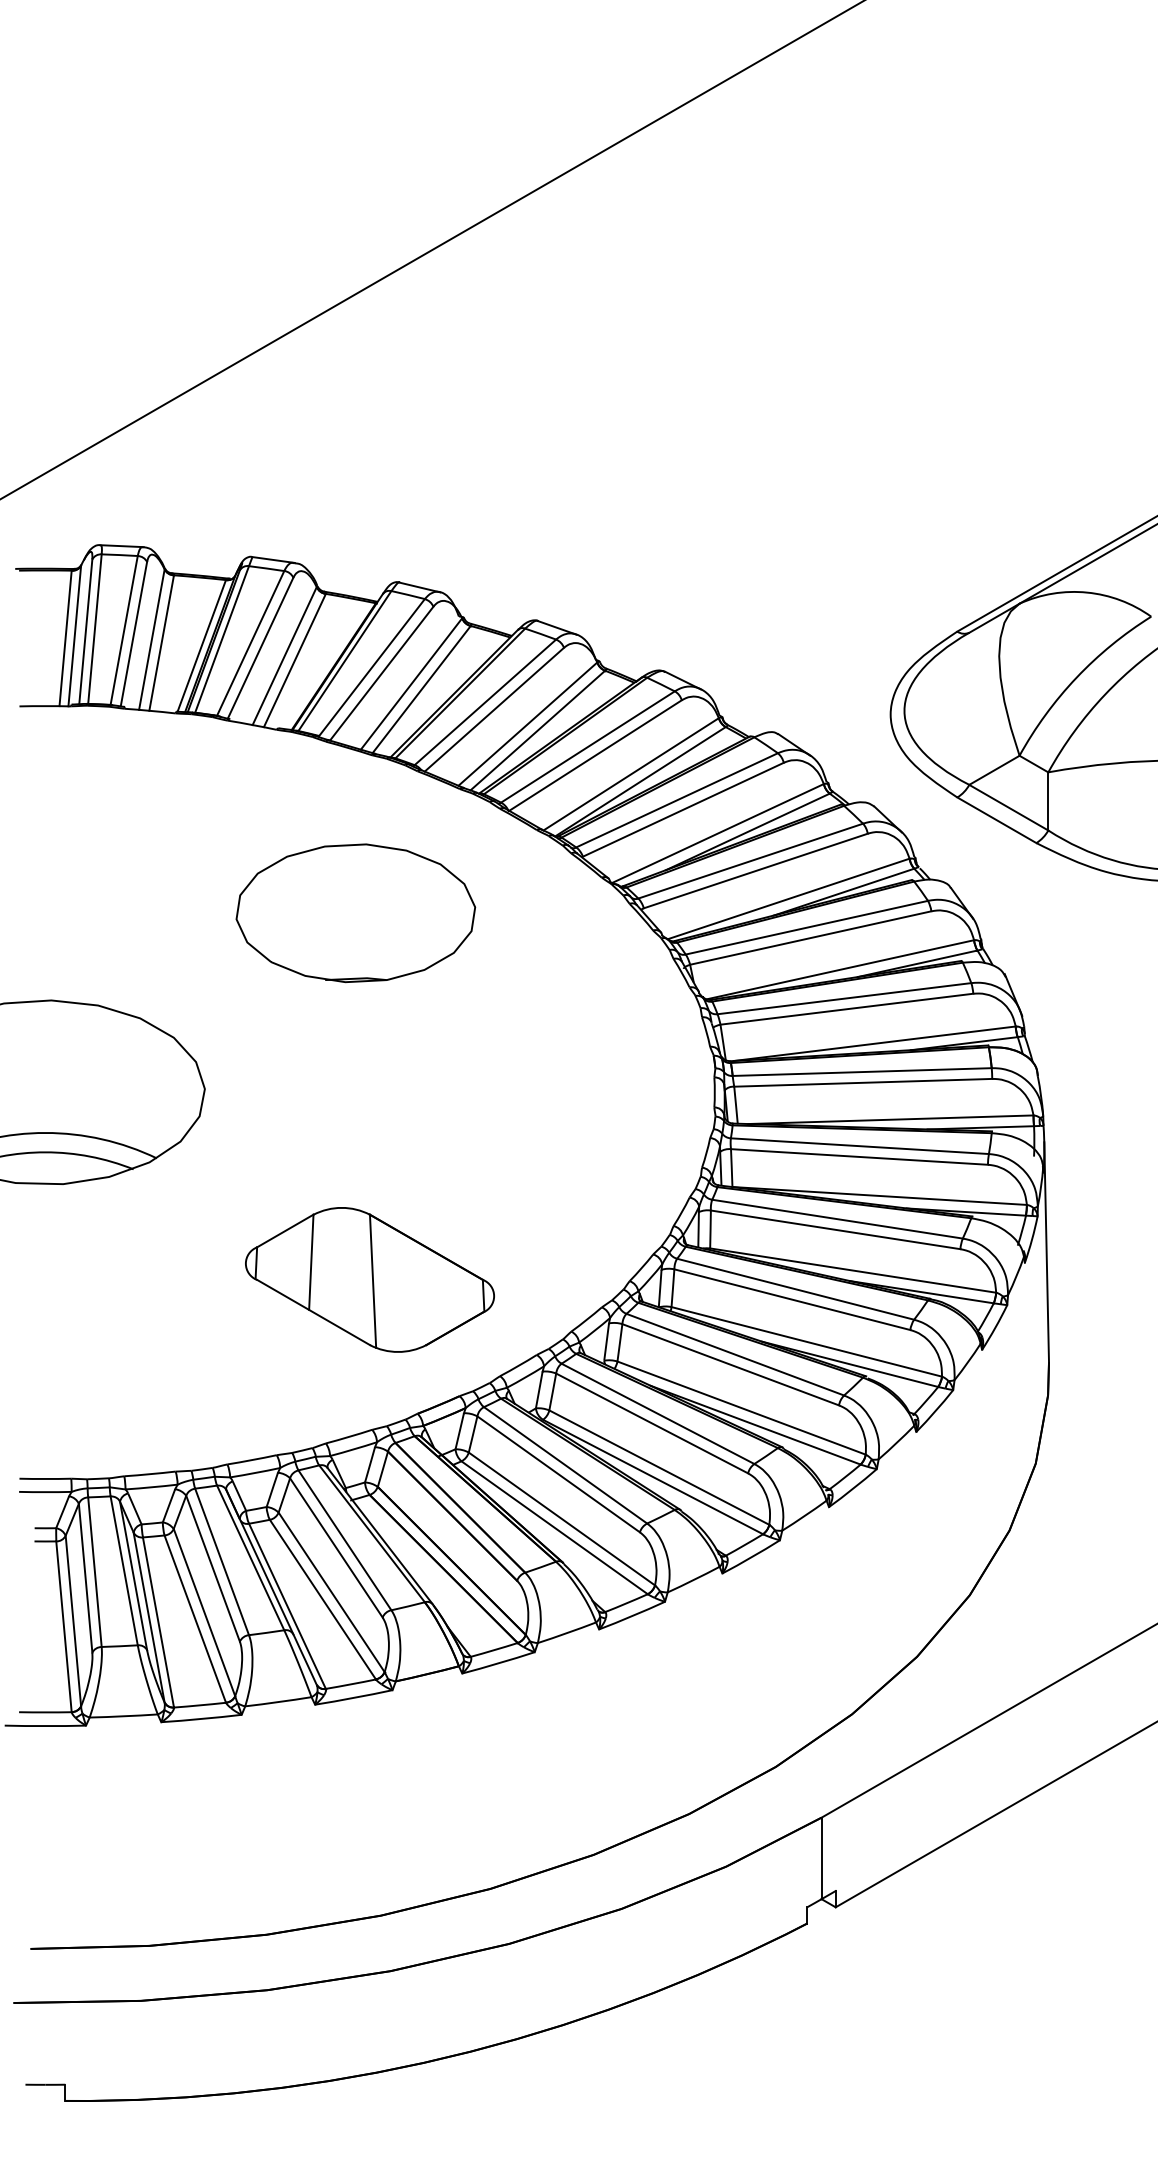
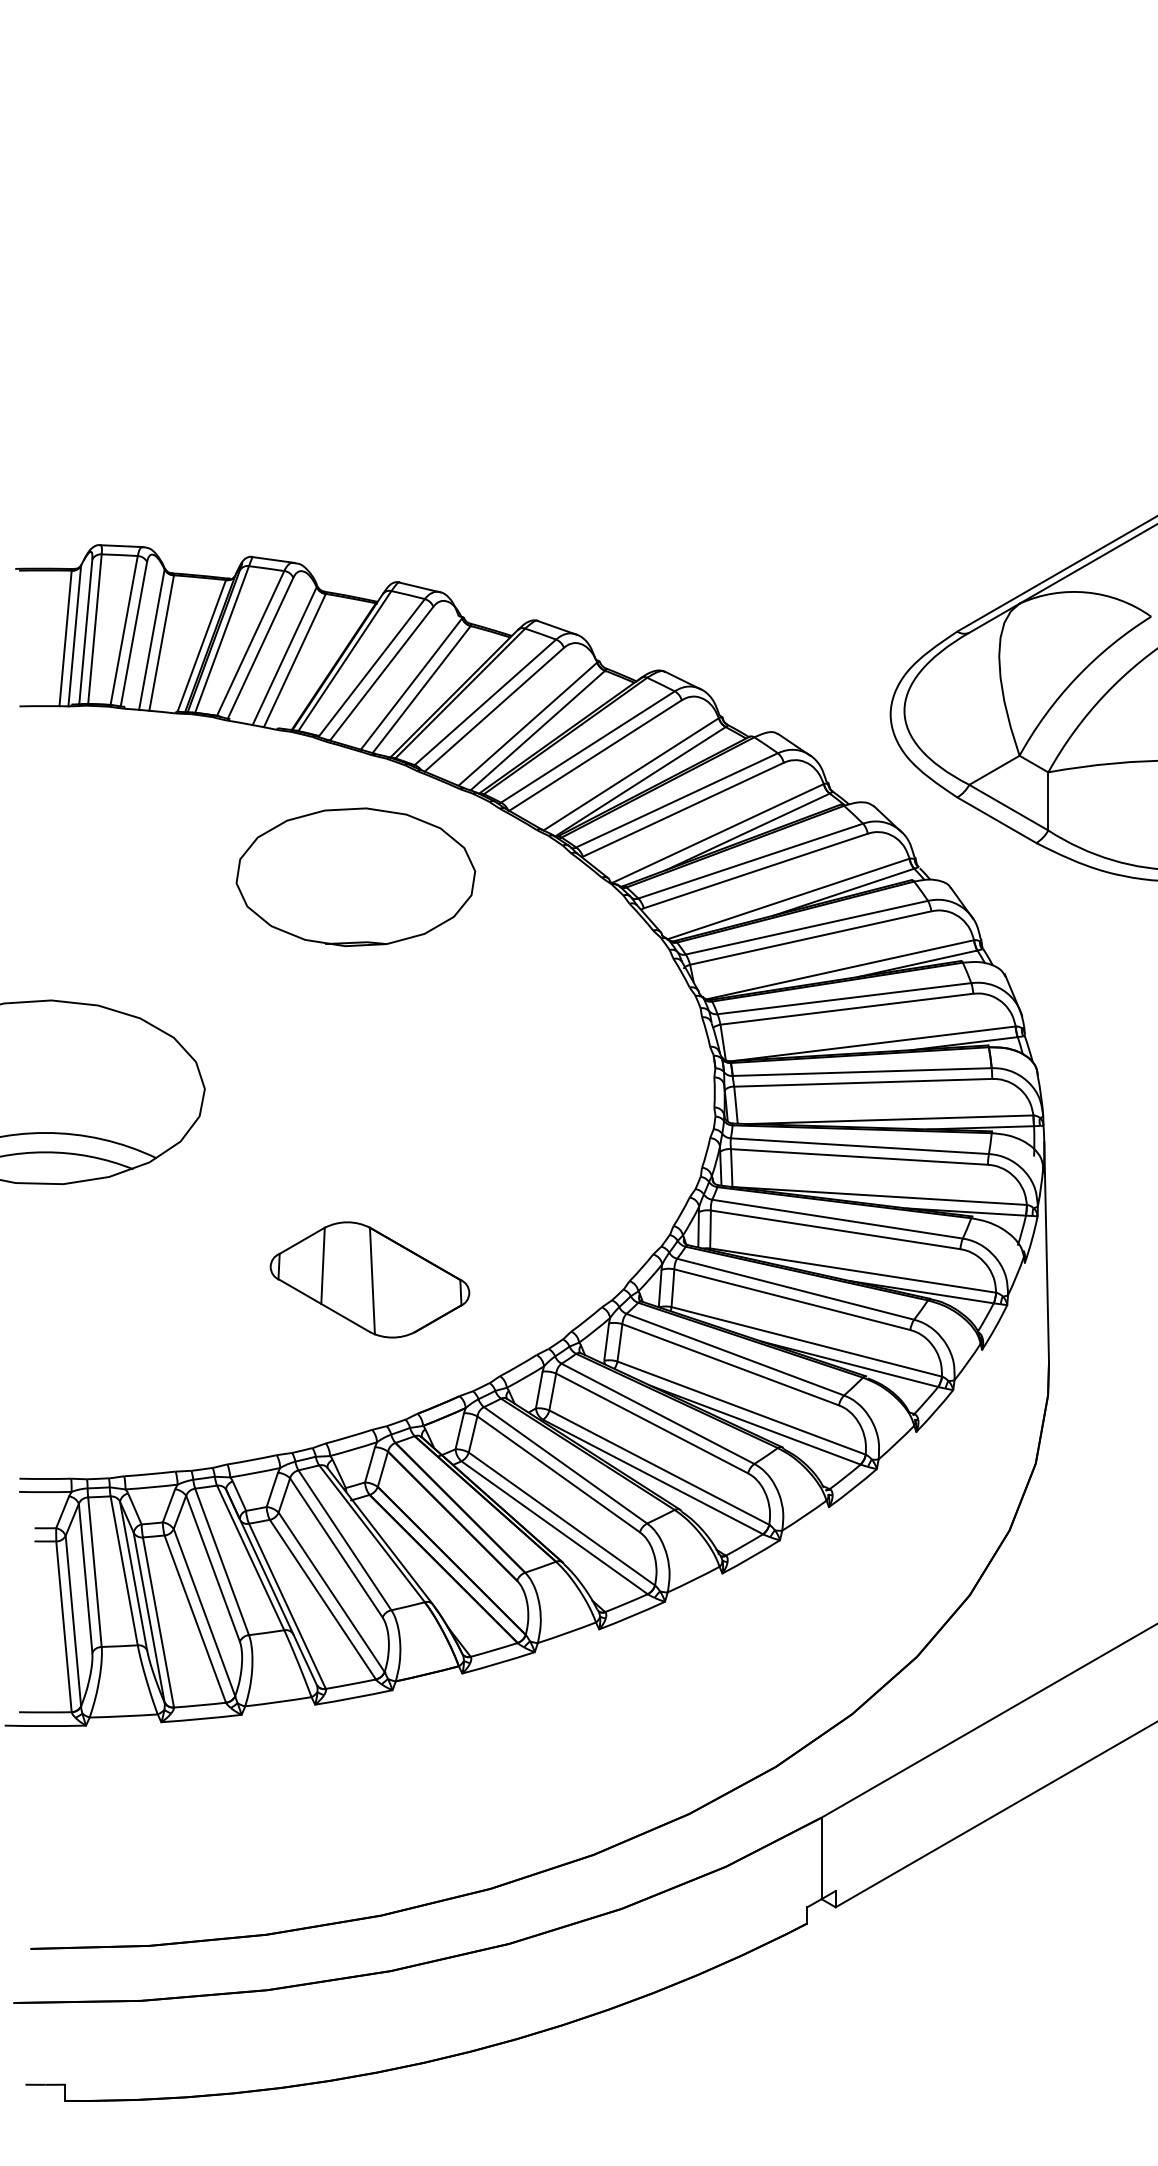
line at (431, 250): present -> none
part at (355, 913) position: (355, 913) -> (355, 877)
part at (369, 1279) size: 250x146 px -> 202x118 px
